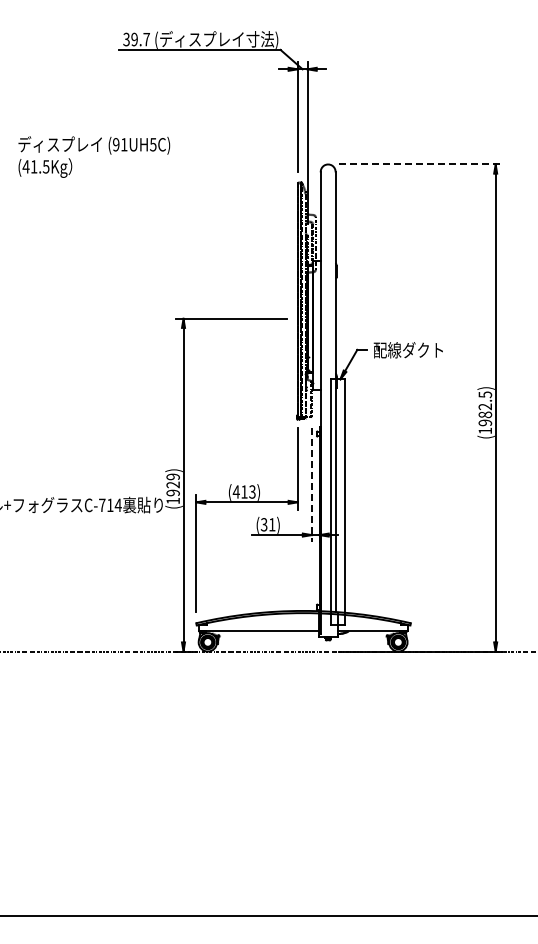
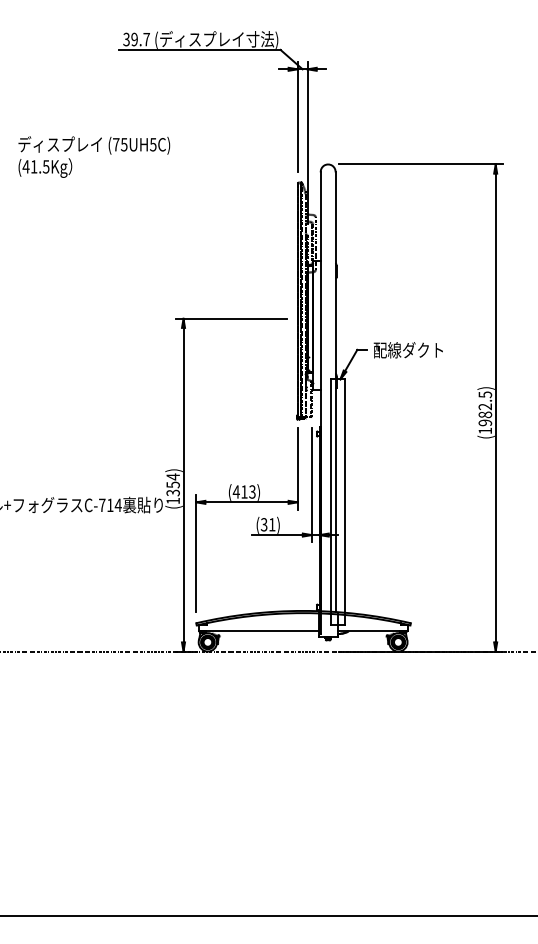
text at (120, 144): (91UH5C) -> (75UH5C)
line at (421, 164): dashed -> solid
text at (172, 484): (1929) -> (1354)
line at (312, 485): dashed -> solid
